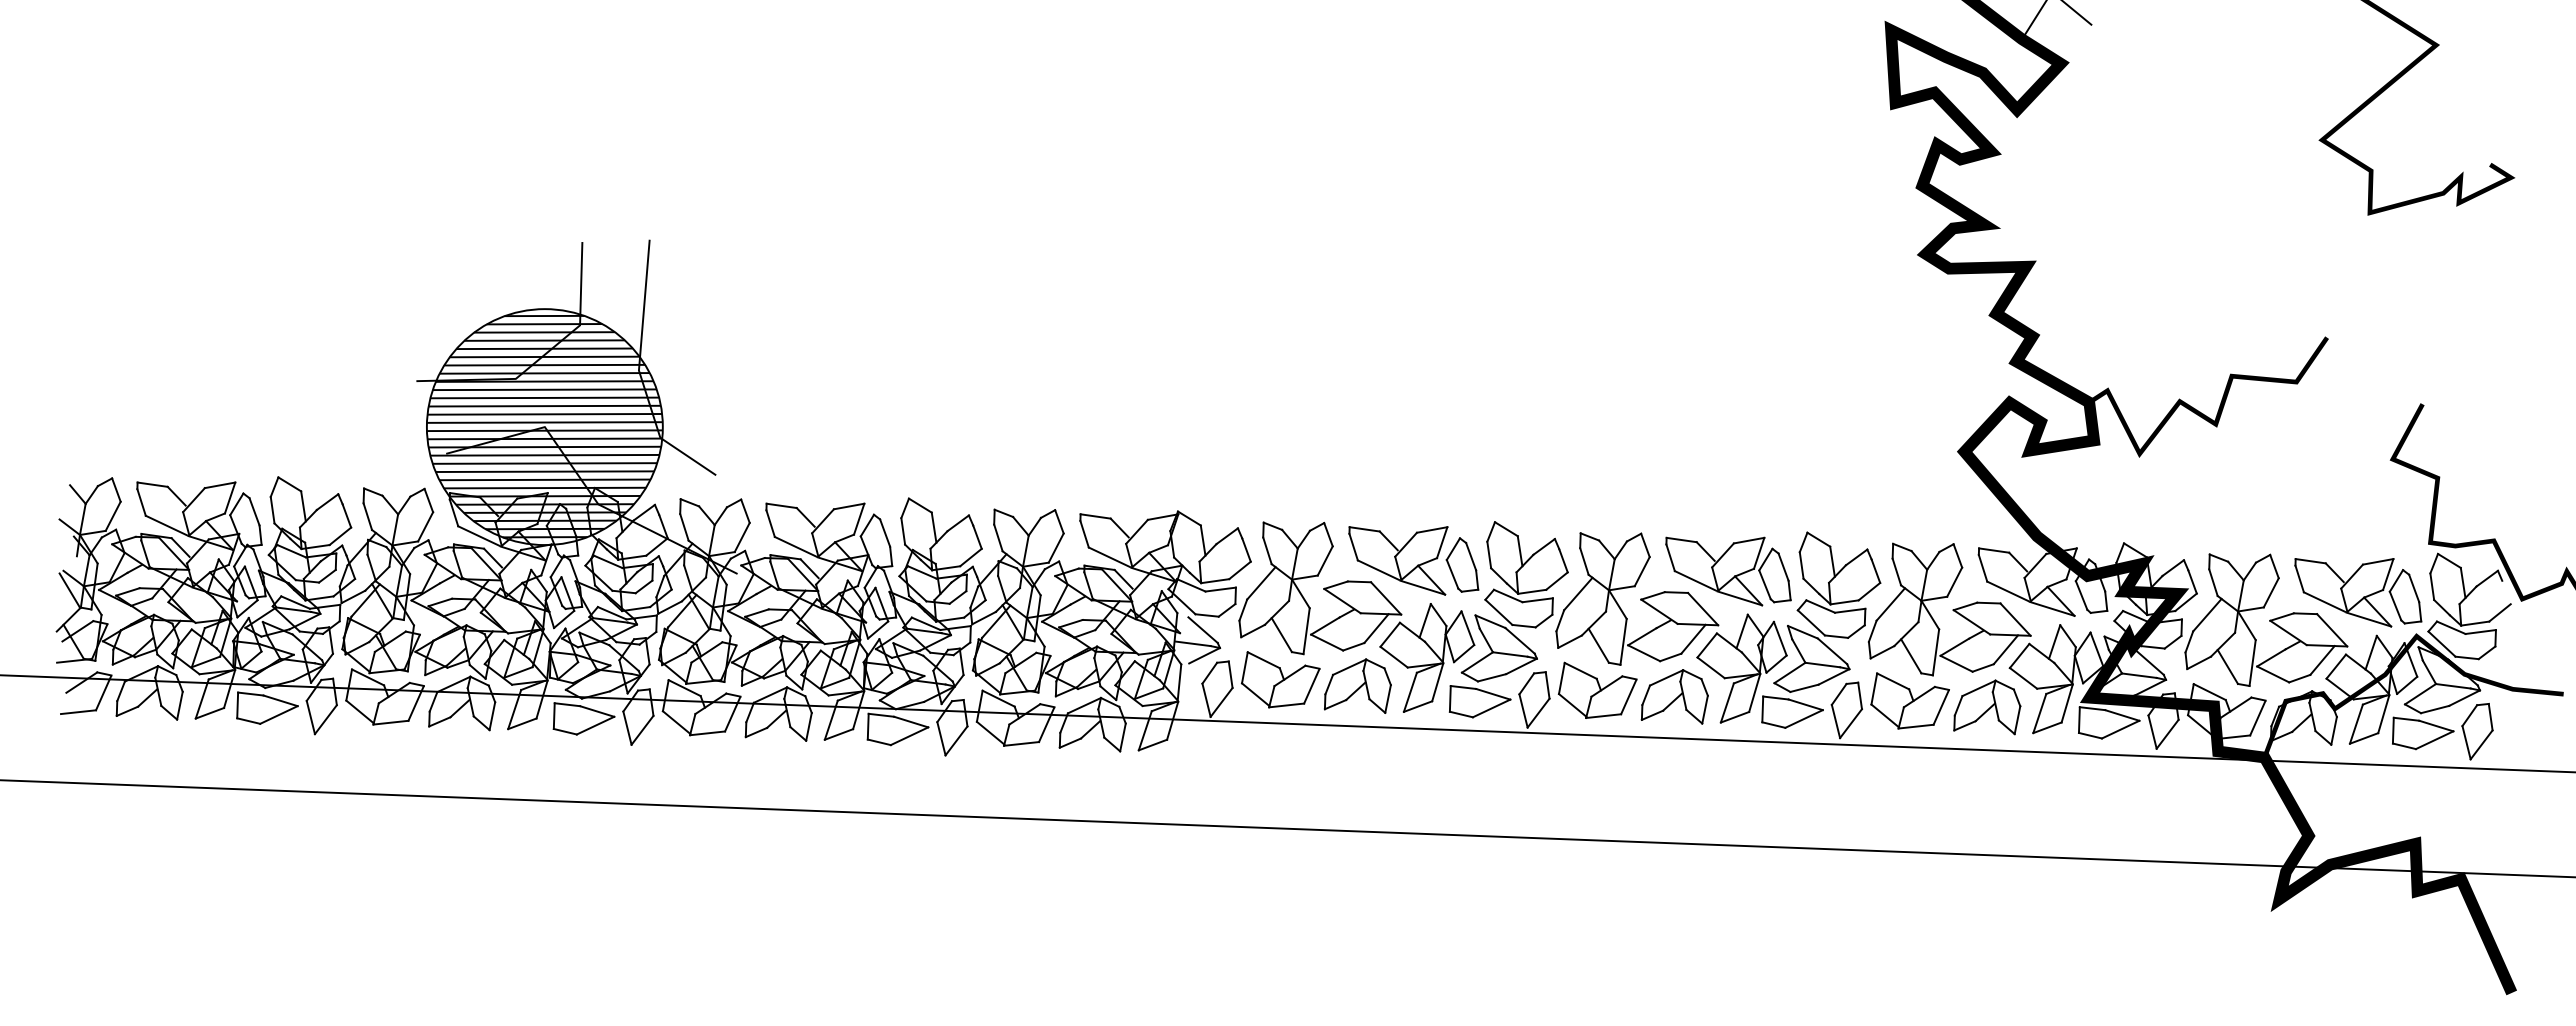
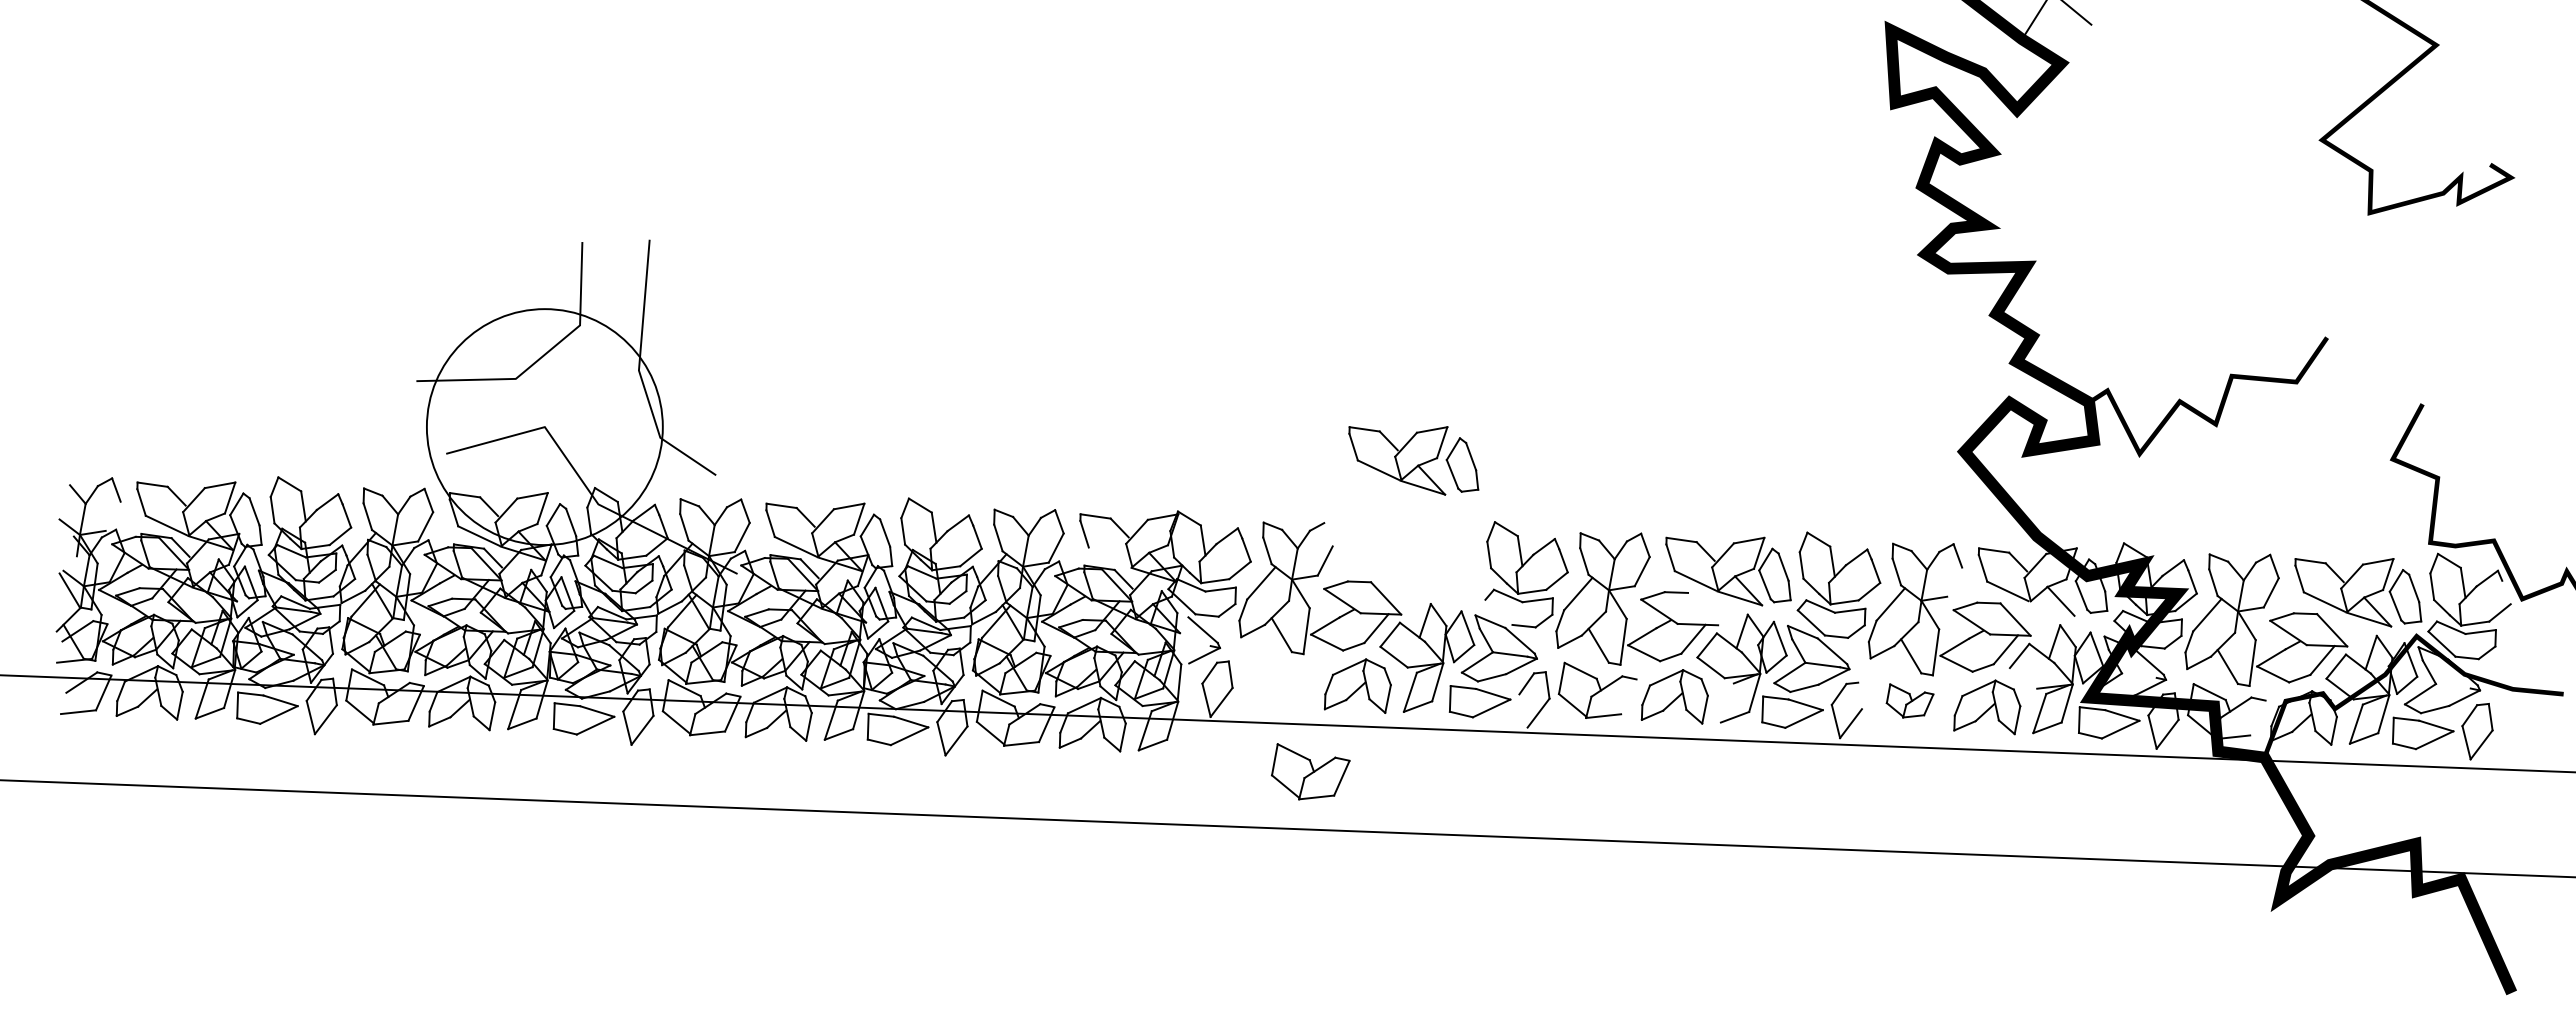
hatch at (544, 426): present -> none
line at (112, 515): present -> none
line at (1328, 534): present -> none
line at (1109, 557): present -> none
part at (1413, 560) position: (1413, 560) -> (1413, 460)
line at (1954, 581): present -> none
line at (1703, 608): present -> none
line at (2051, 608): present -> none
line at (1498, 611): present -> none
line at (1192, 643): present -> none
line at (2138, 675): present -> none
line at (2023, 678): present -> none
part at (1280, 679) position: (1280, 679) -> (1310, 771)
line at (2452, 686): present -> none
line at (1859, 695): present -> none
line at (1628, 697): present -> none
part at (1909, 700) size: 80x58 px -> 50x36 px
line at (1726, 702): present -> none
line at (1523, 710): present -> none
line at (2257, 718): present -> none
